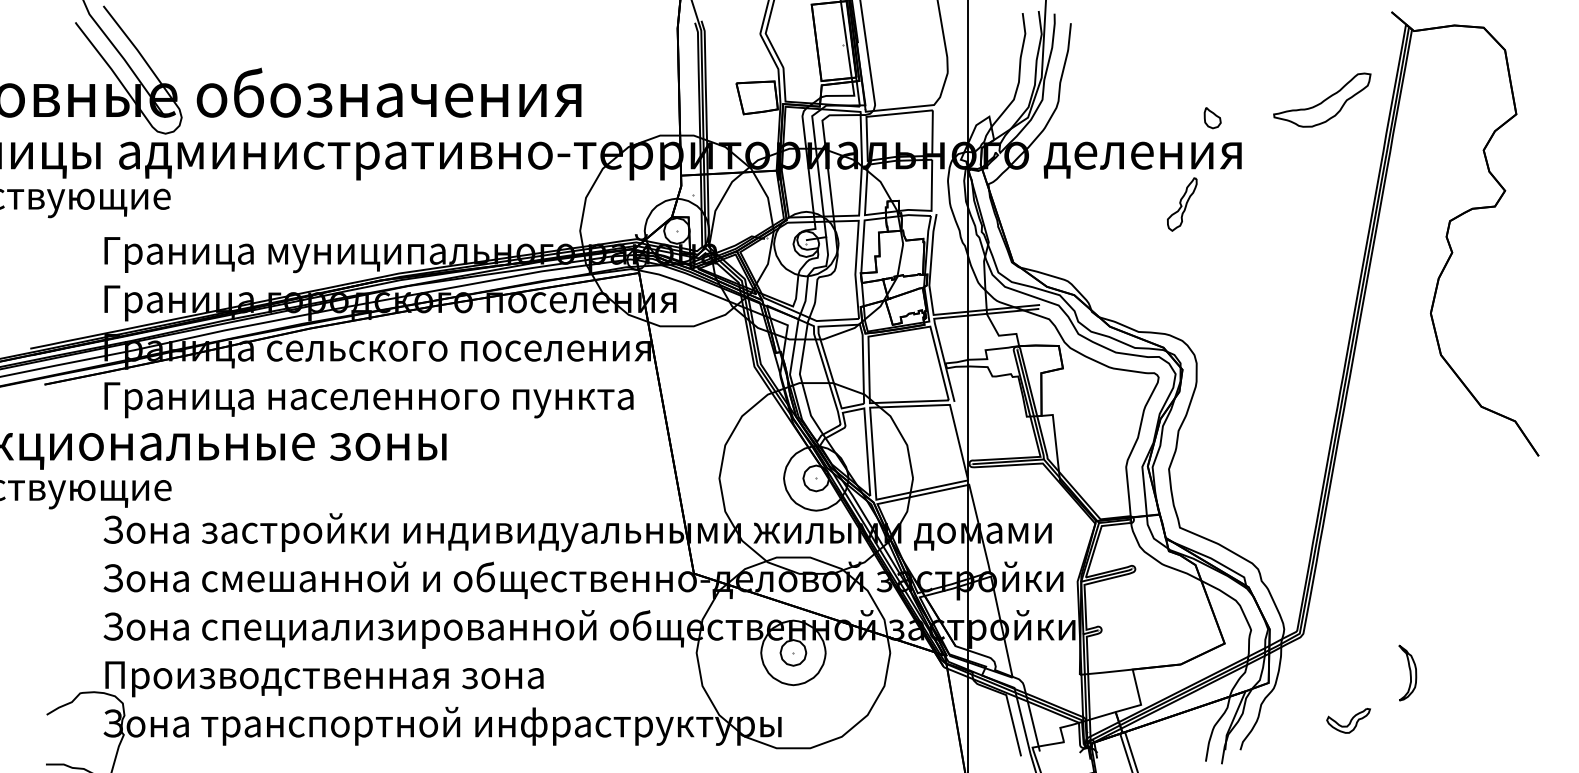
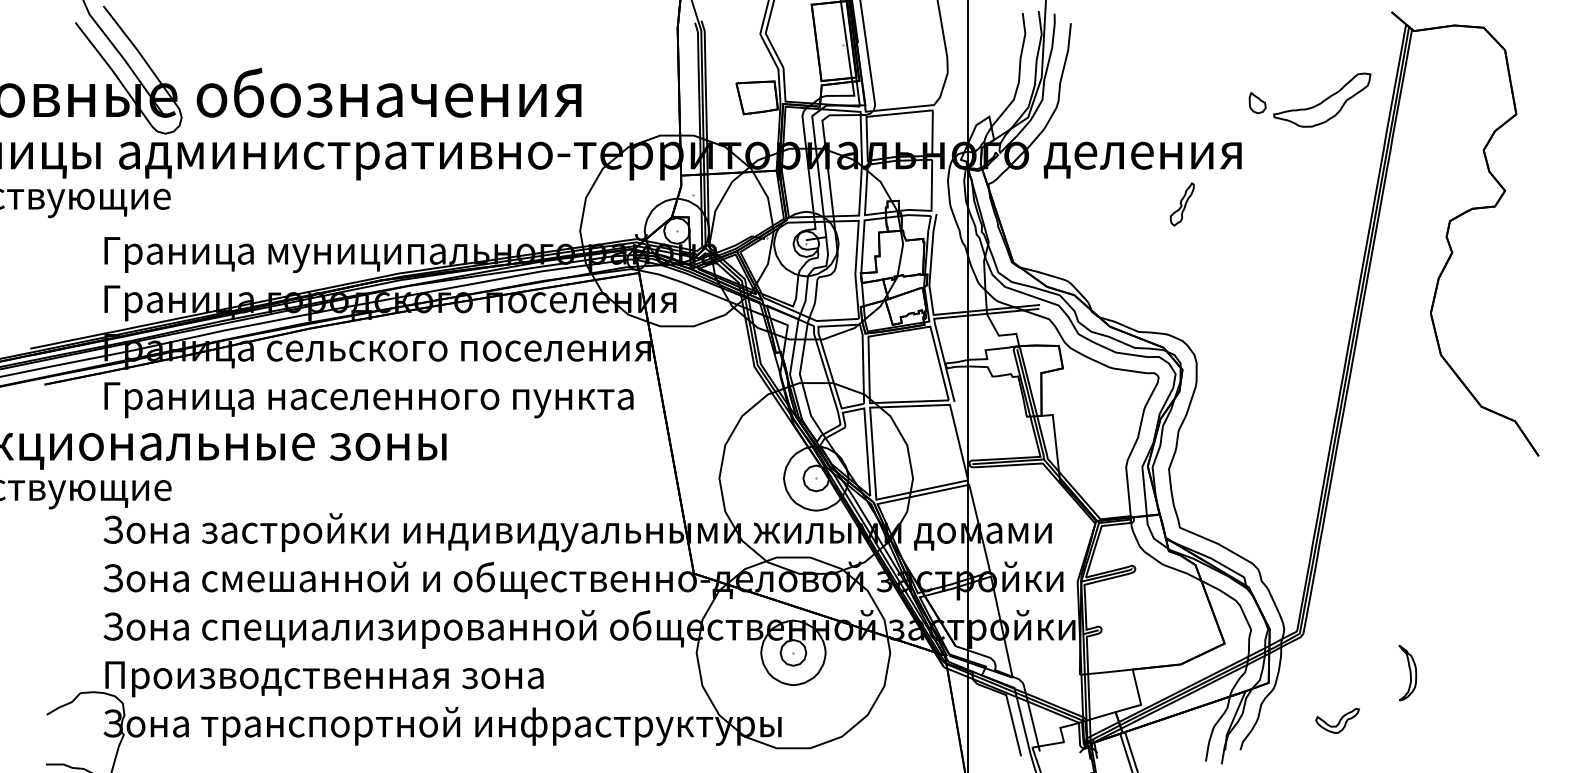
part at (1212, 118) position: (1212, 118) -> (1257, 103)
part at (1182, 204) size: 31x55 px -> 26x45 px
part at (1348, 720) position: (1348, 720) -> (1337, 720)
